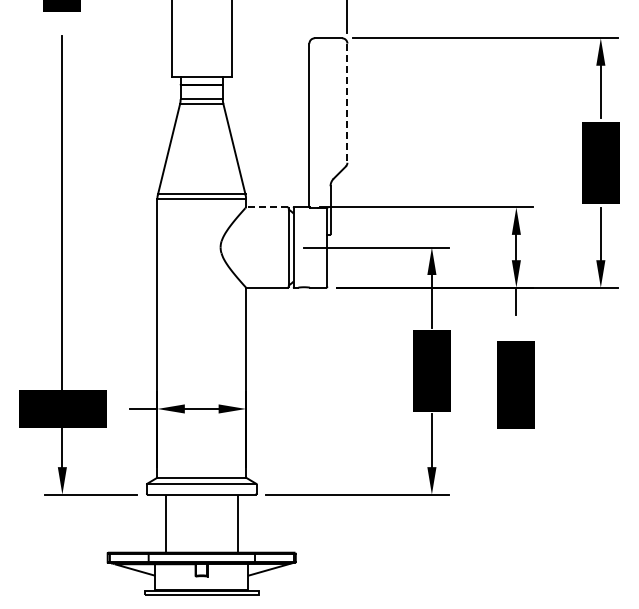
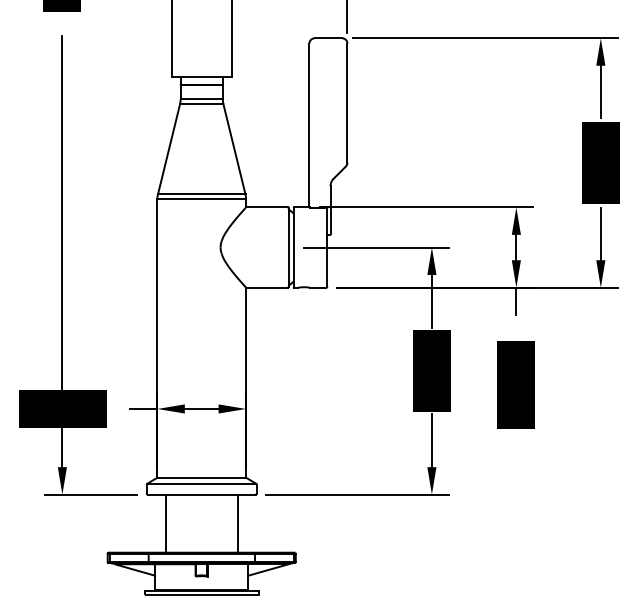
line at (347, 103): dashed -> solid
line at (266, 207): dashed -> solid
